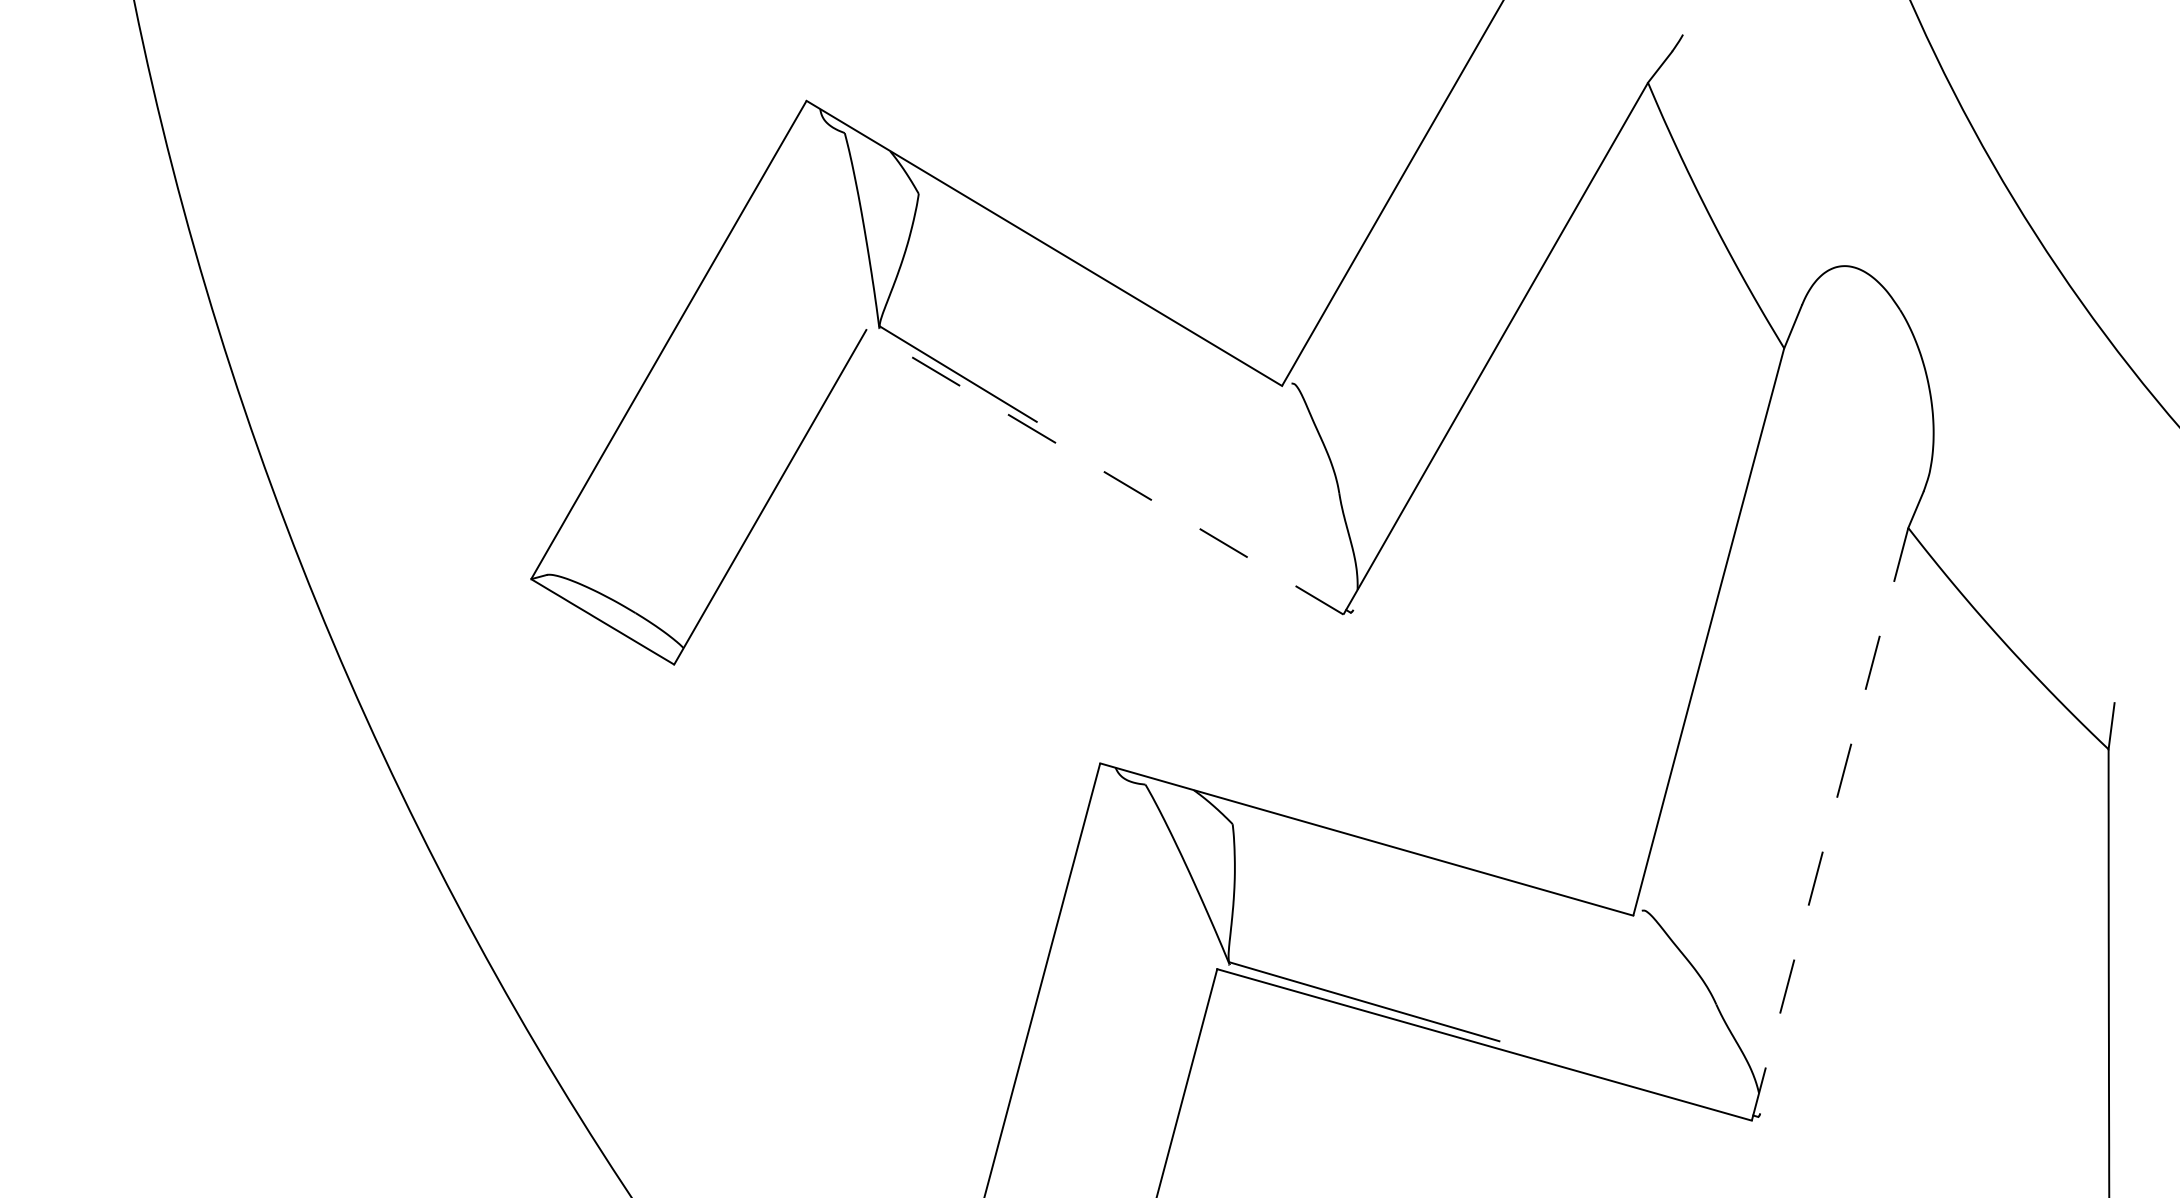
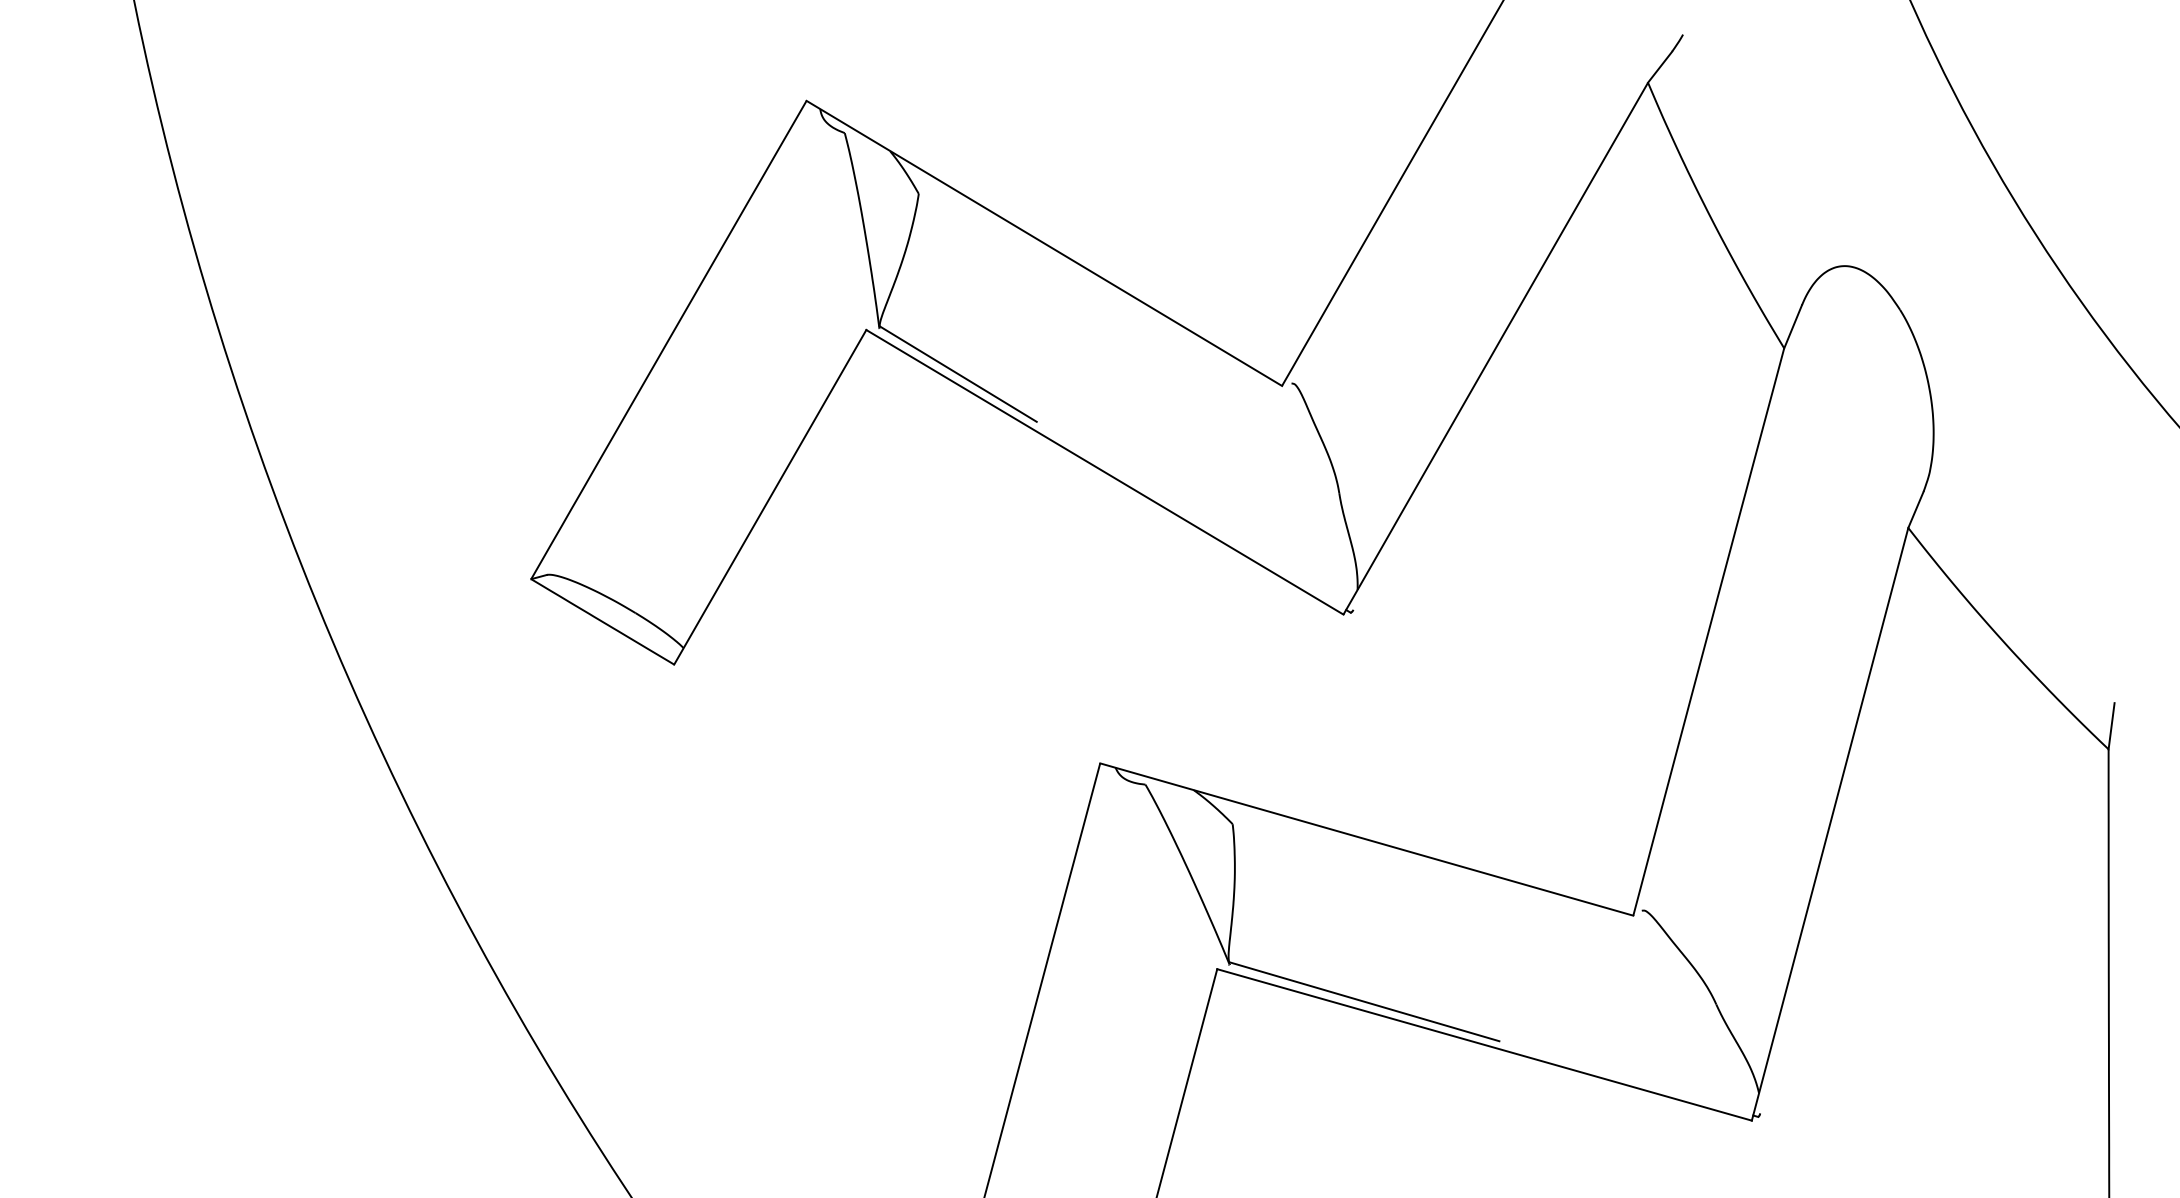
line at (1104, 472): dashed -> solid
line at (1830, 824): dashed -> solid
